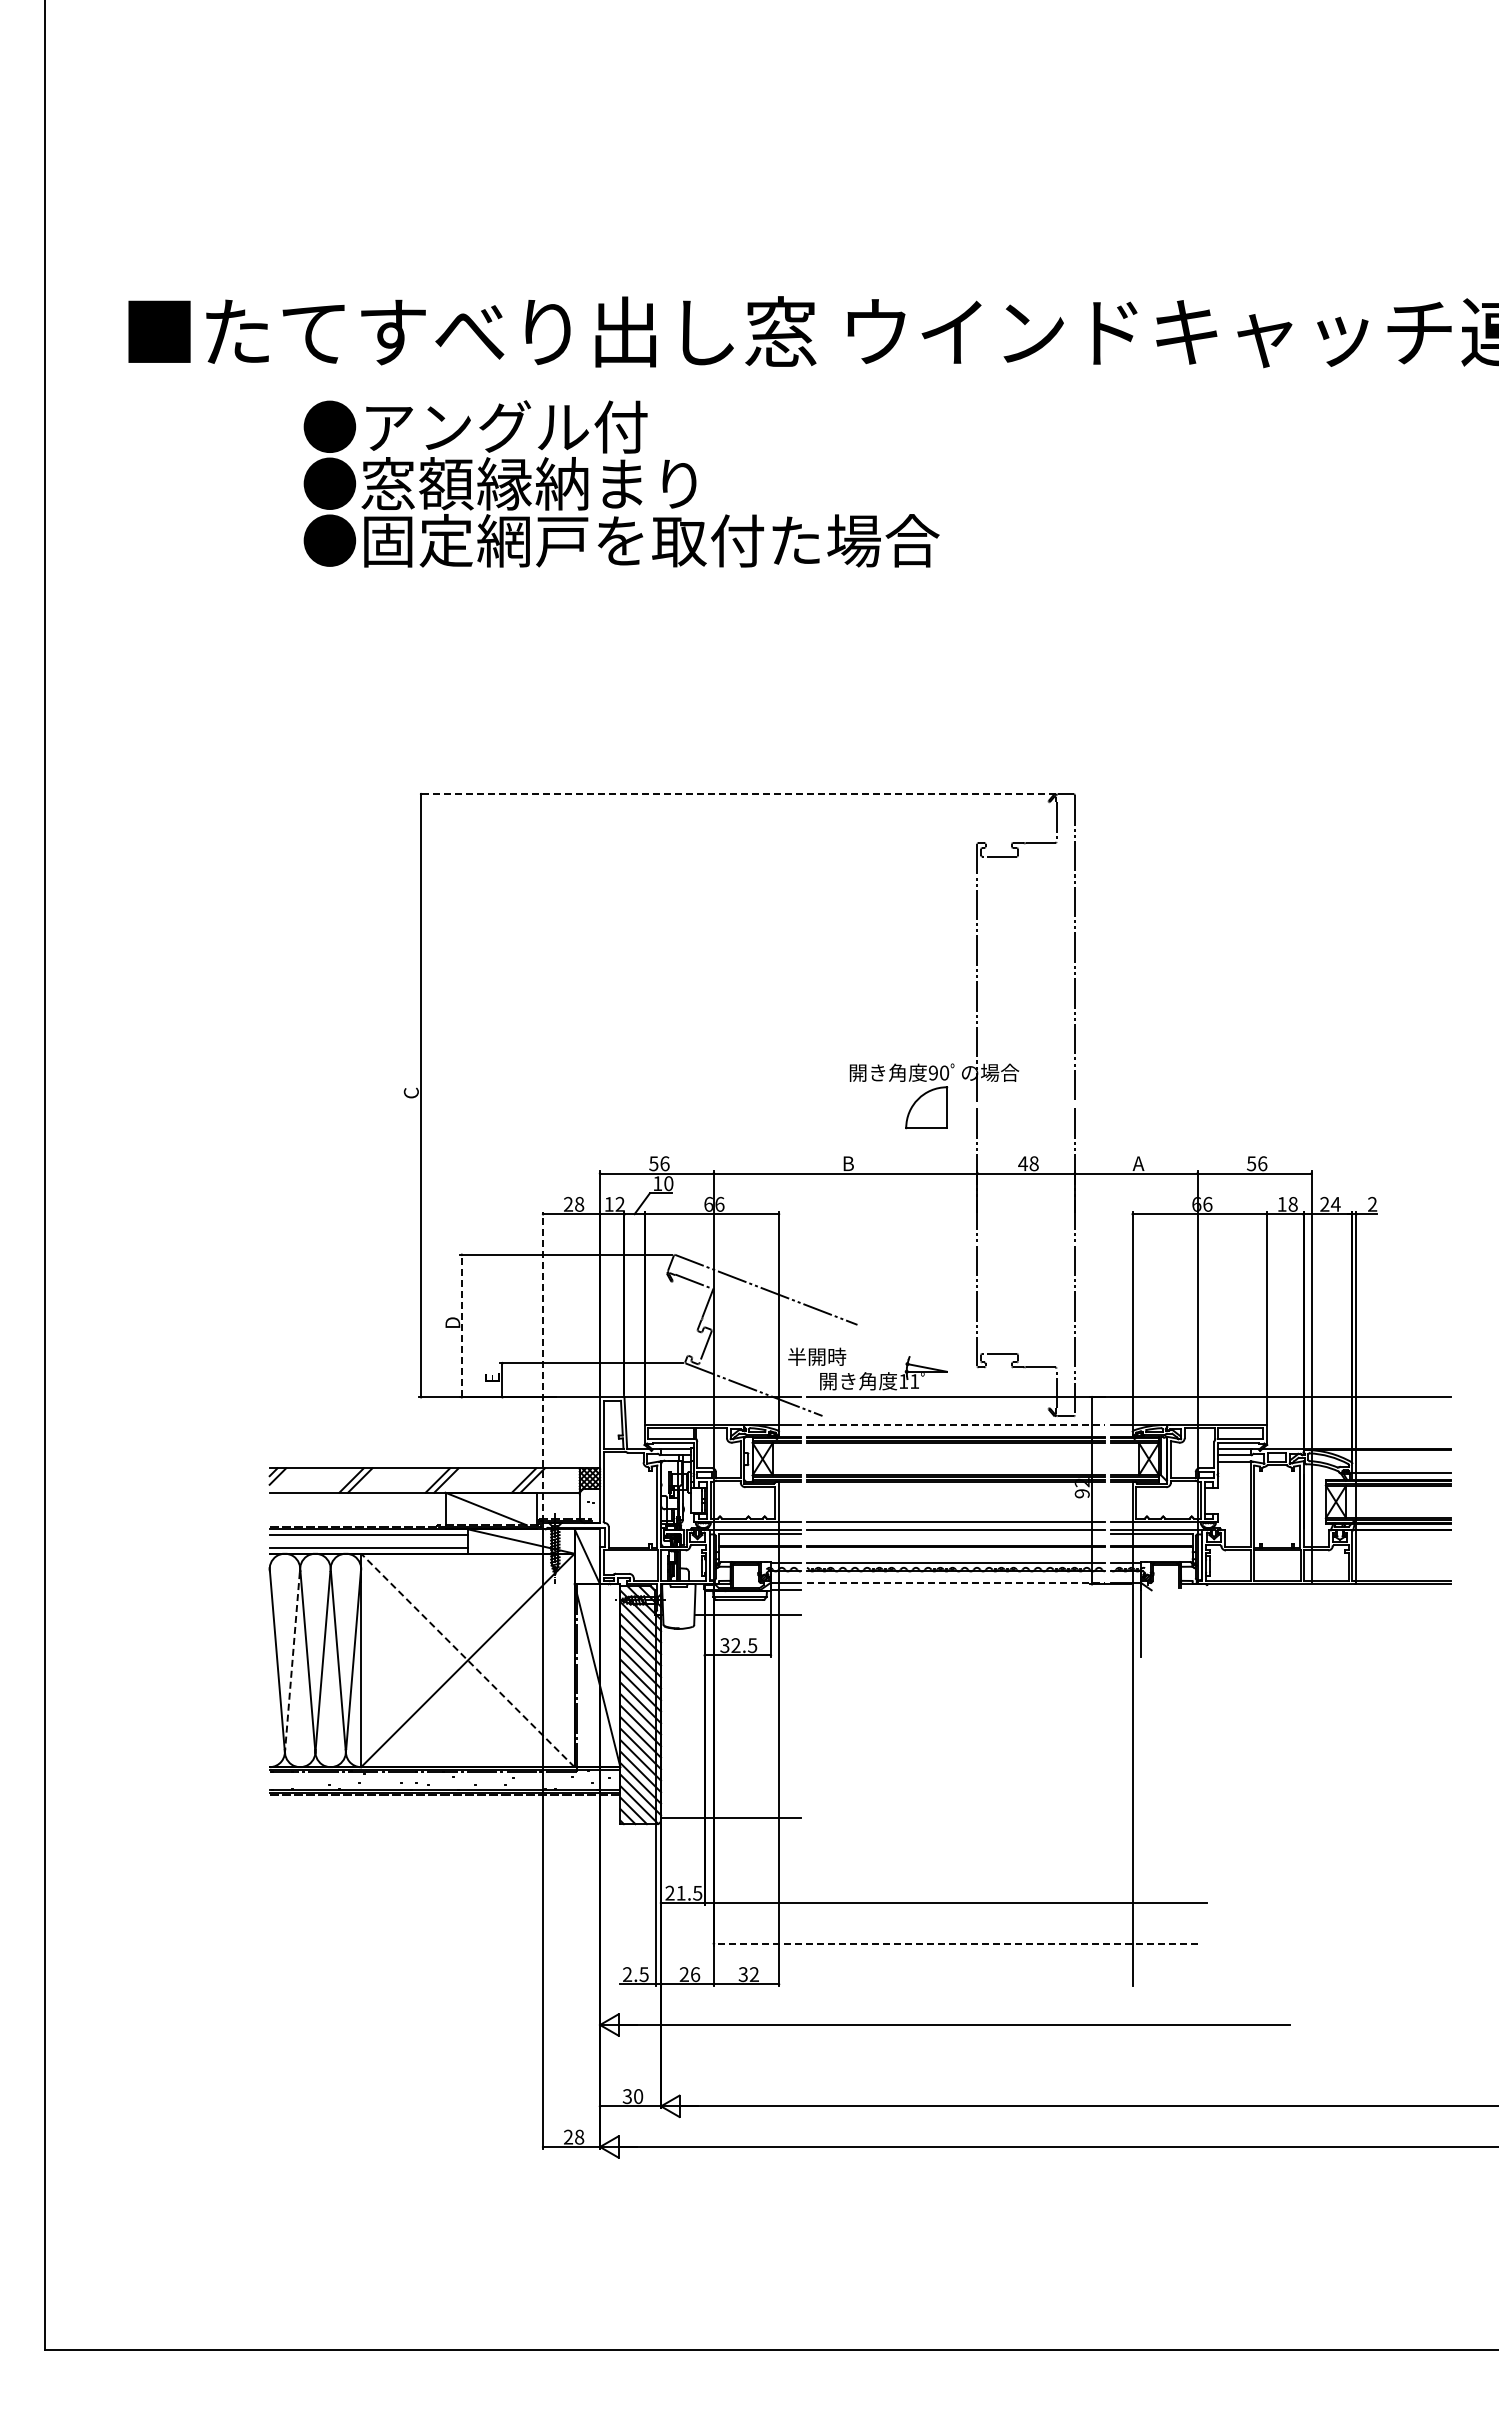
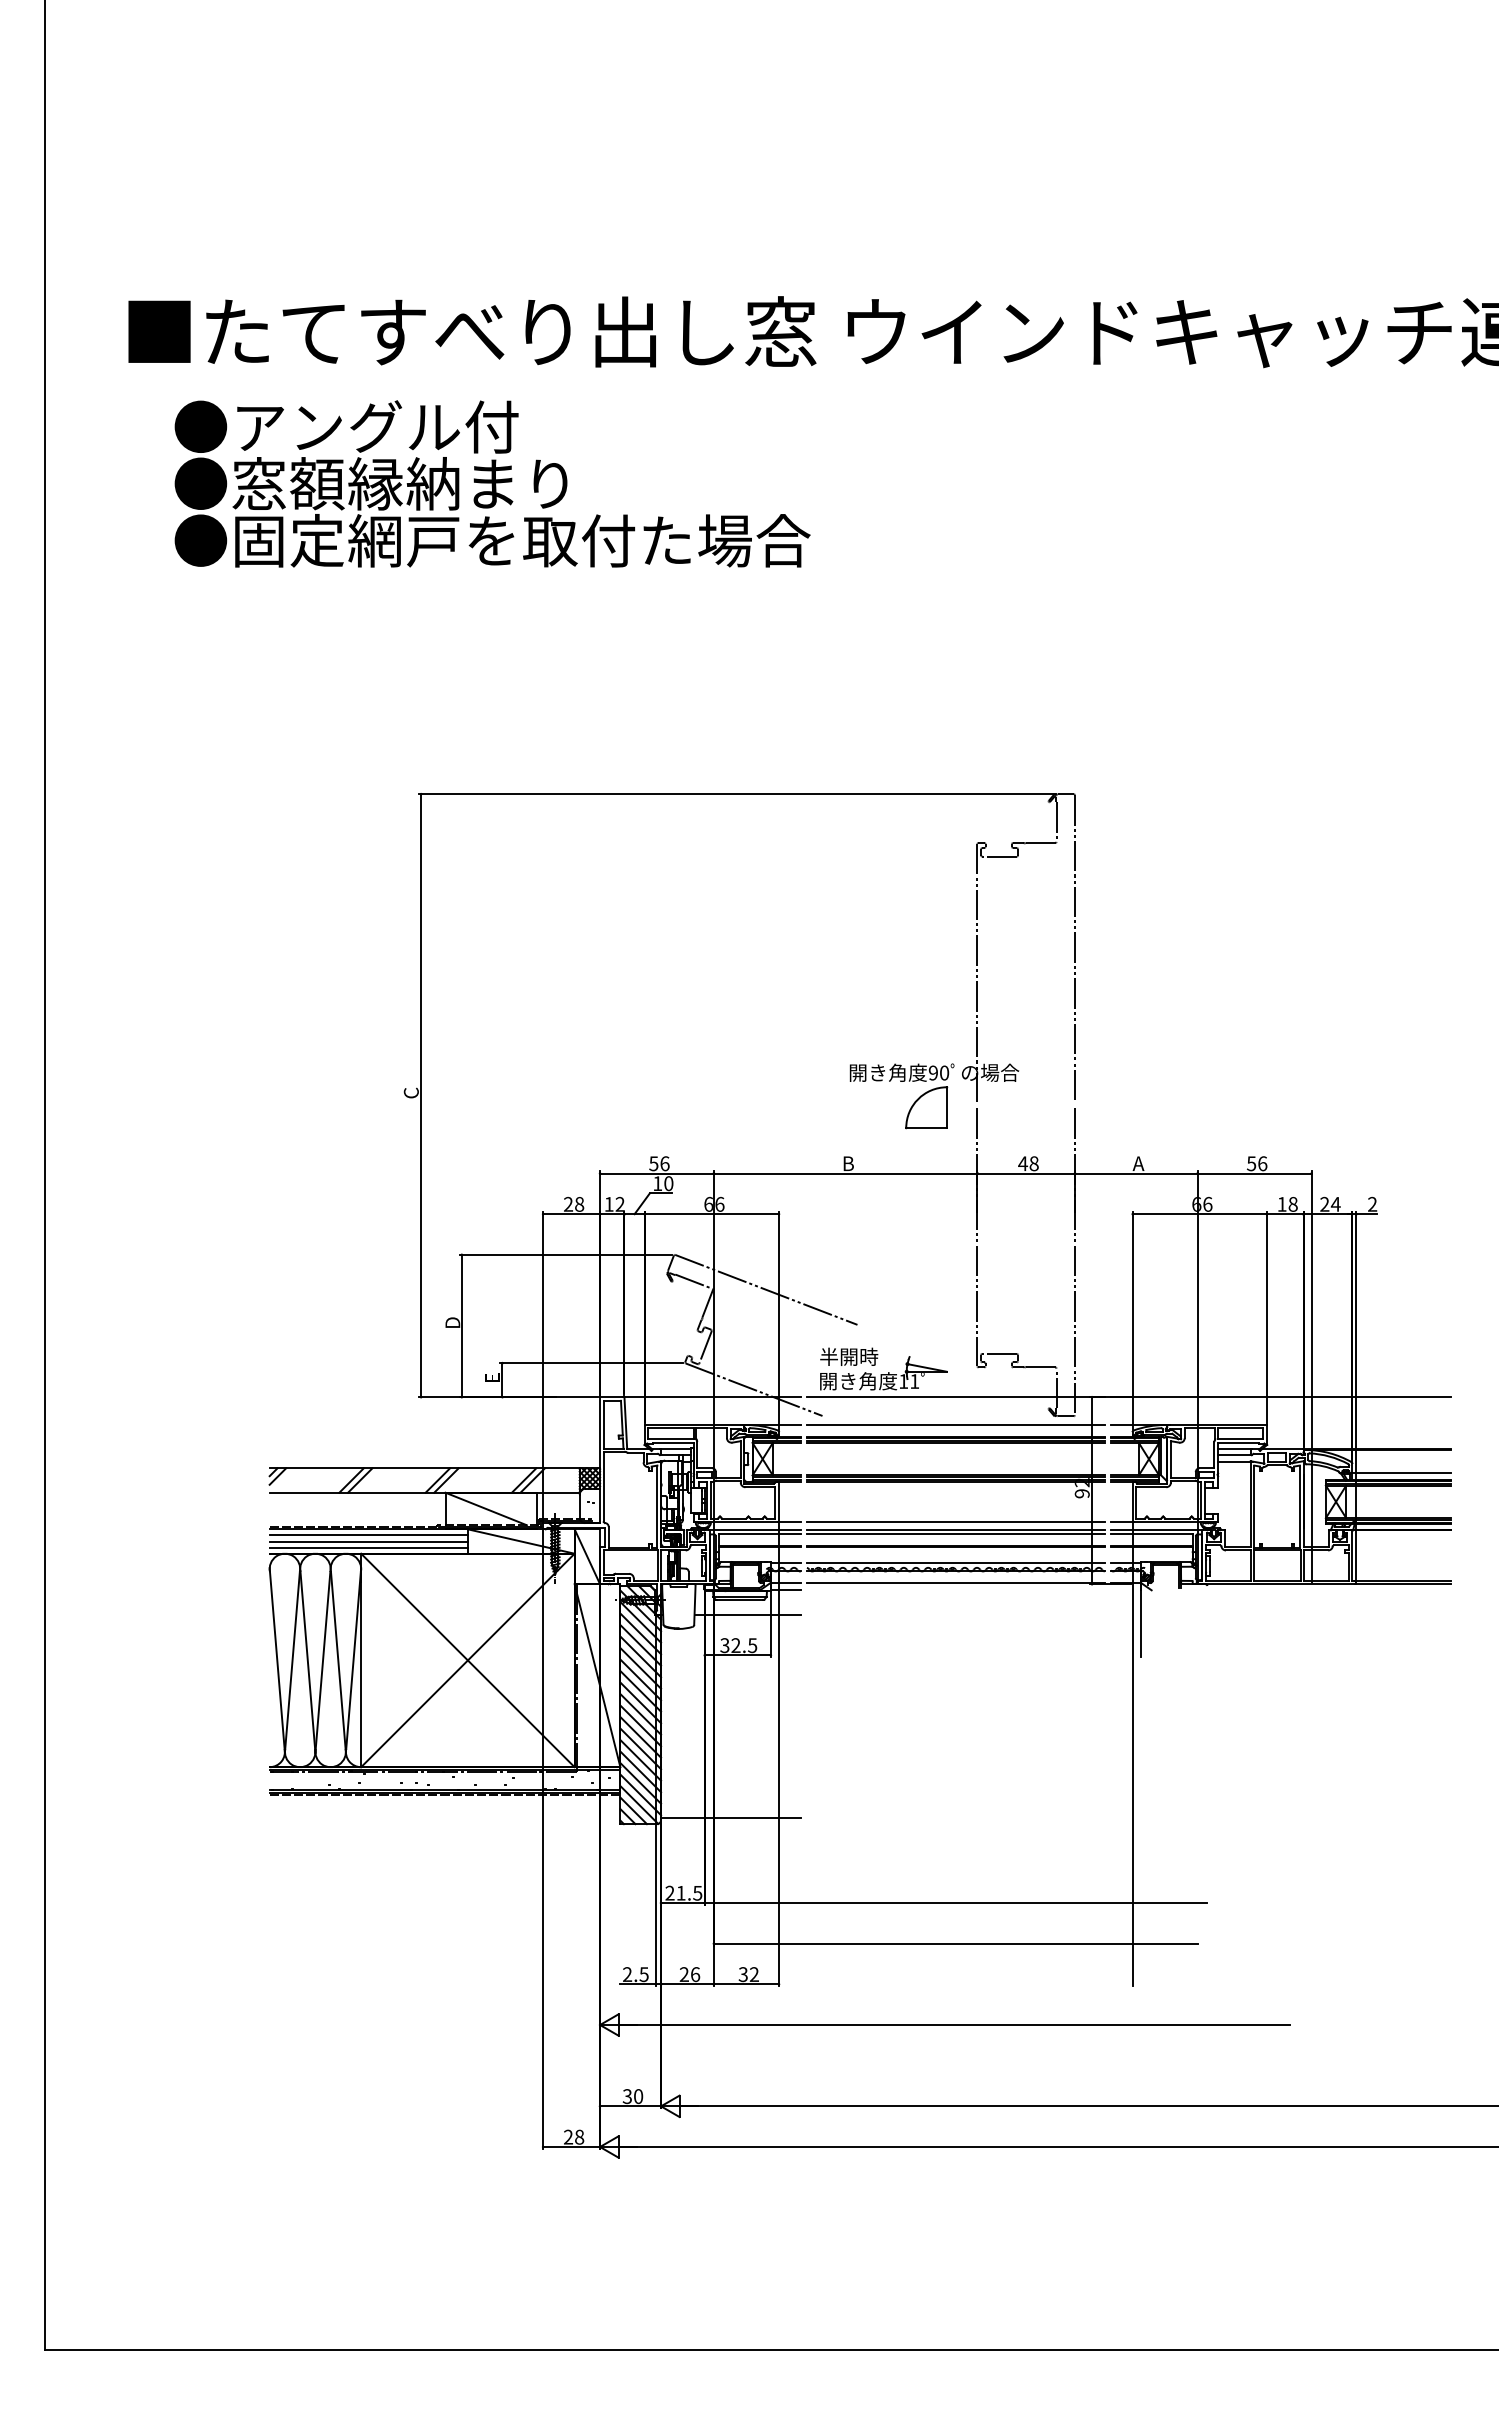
text at (621, 483) position: (621, 483) -> (492, 483)
line at (736, 794): dashed -> solid
line at (461, 1325): dashed -> solid
text at (817, 1356) position: (817, 1356) -> (849, 1356)
line at (543, 1367): dashed -> solid
line at (955, 1424): dashed -> solid
line at (955, 1534): none -> present
line at (368, 1541): none -> present
line at (955, 1582): dashed -> solid
line at (467, 1660): dashed -> solid
line at (292, 1662): dashed -> solid
line at (955, 1943): dashed -> solid
